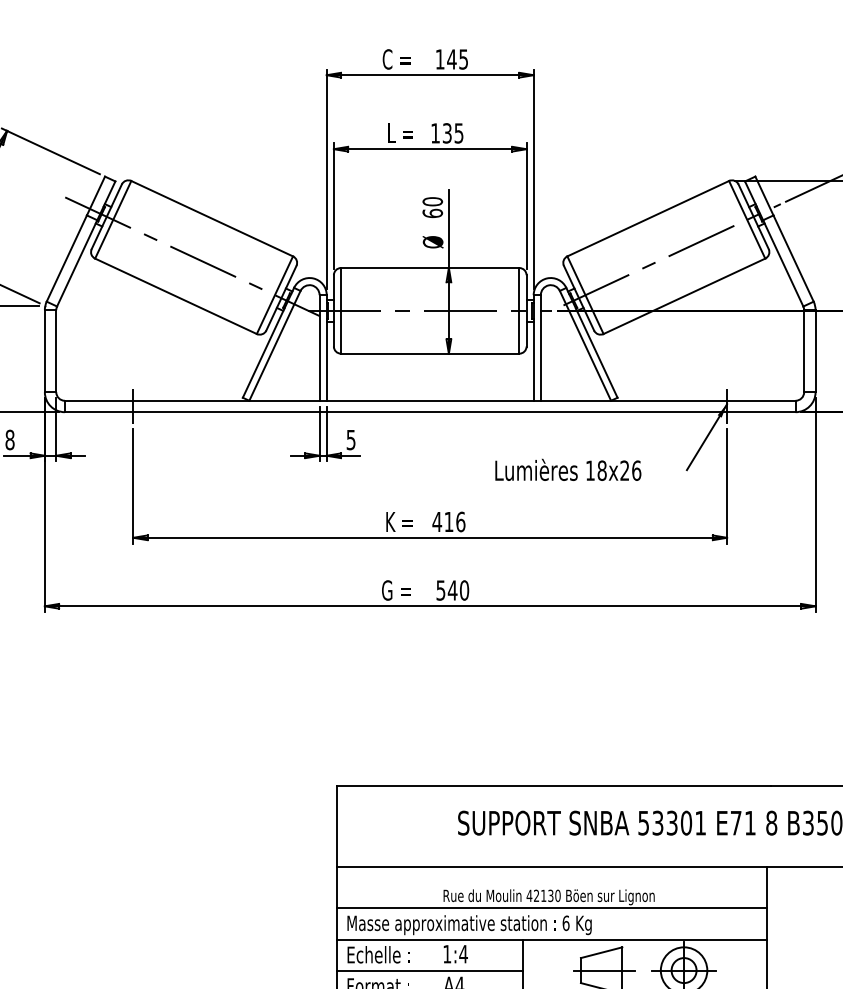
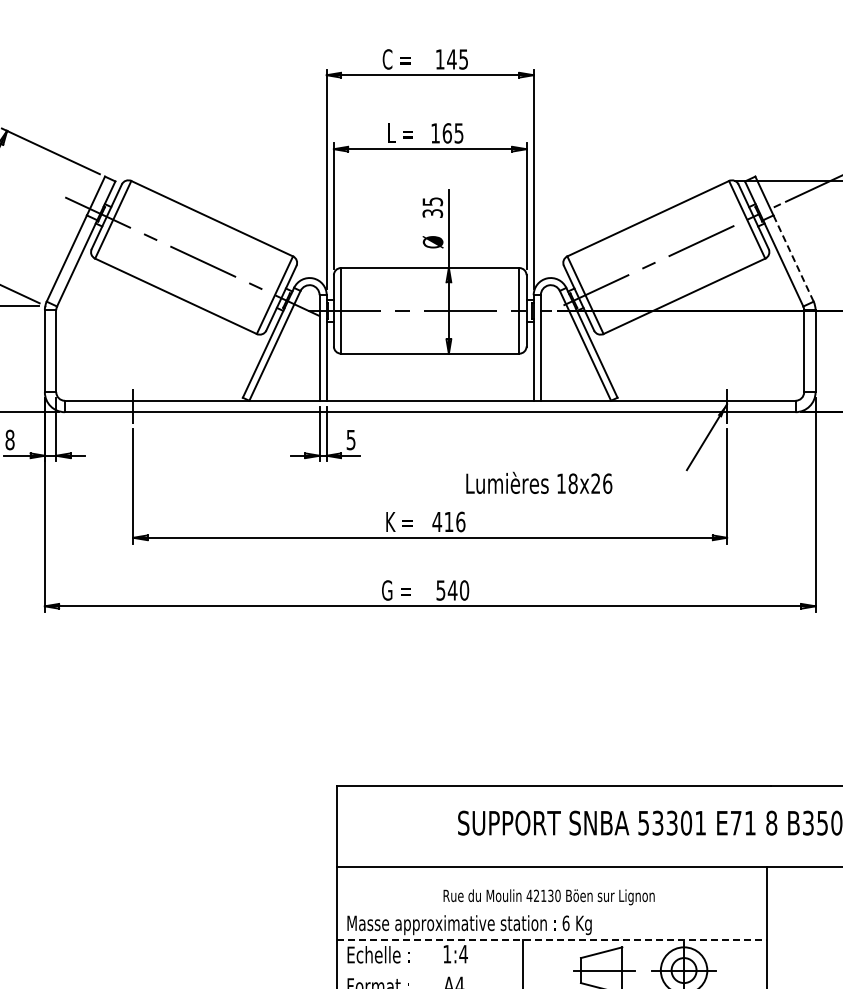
text at (446, 133): 135 -> 165
text at (432, 207): 60 -> 35
line at (793, 258): solid -> dashed
text at (568, 469) position: (568, 469) -> (539, 482)
line at (551, 908): present -> none
line at (551, 939): solid -> dashed
line at (429, 971): present -> none
